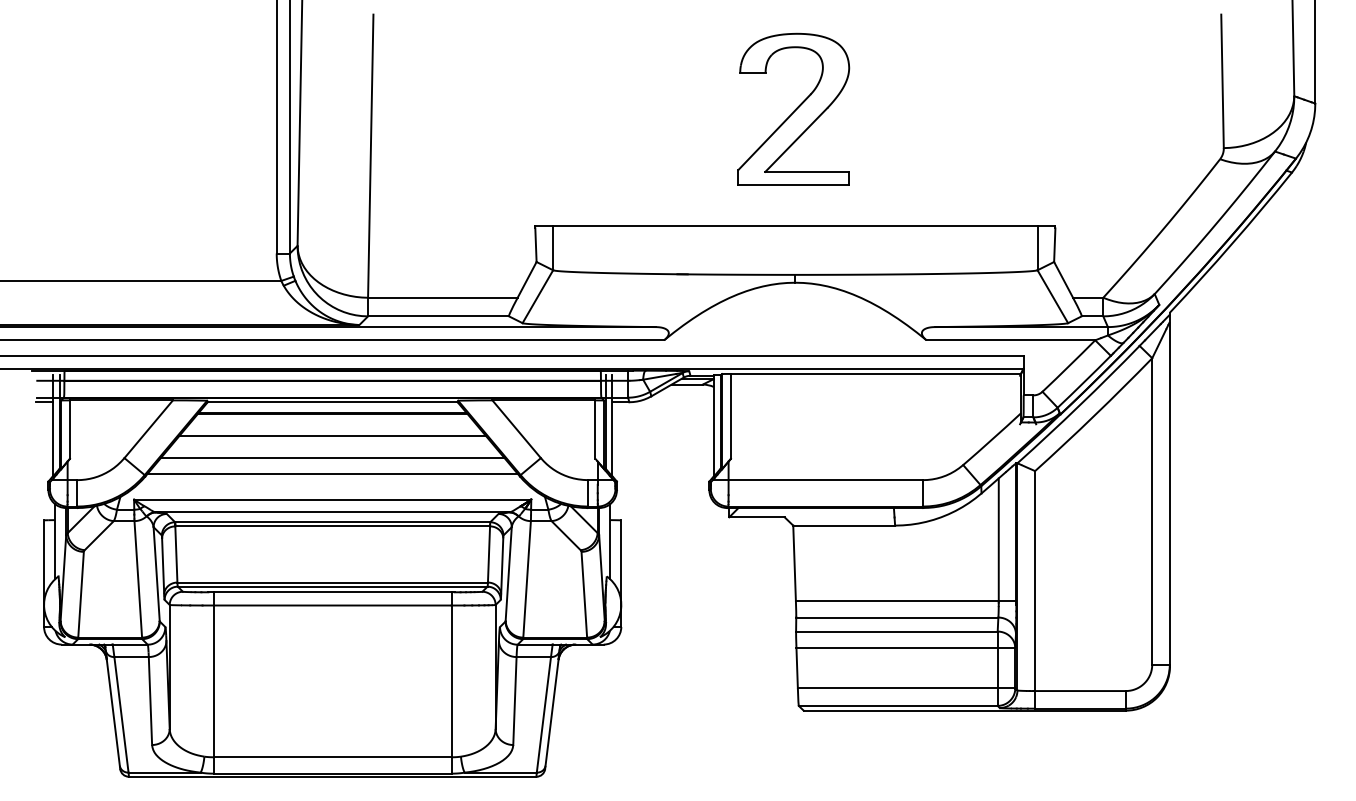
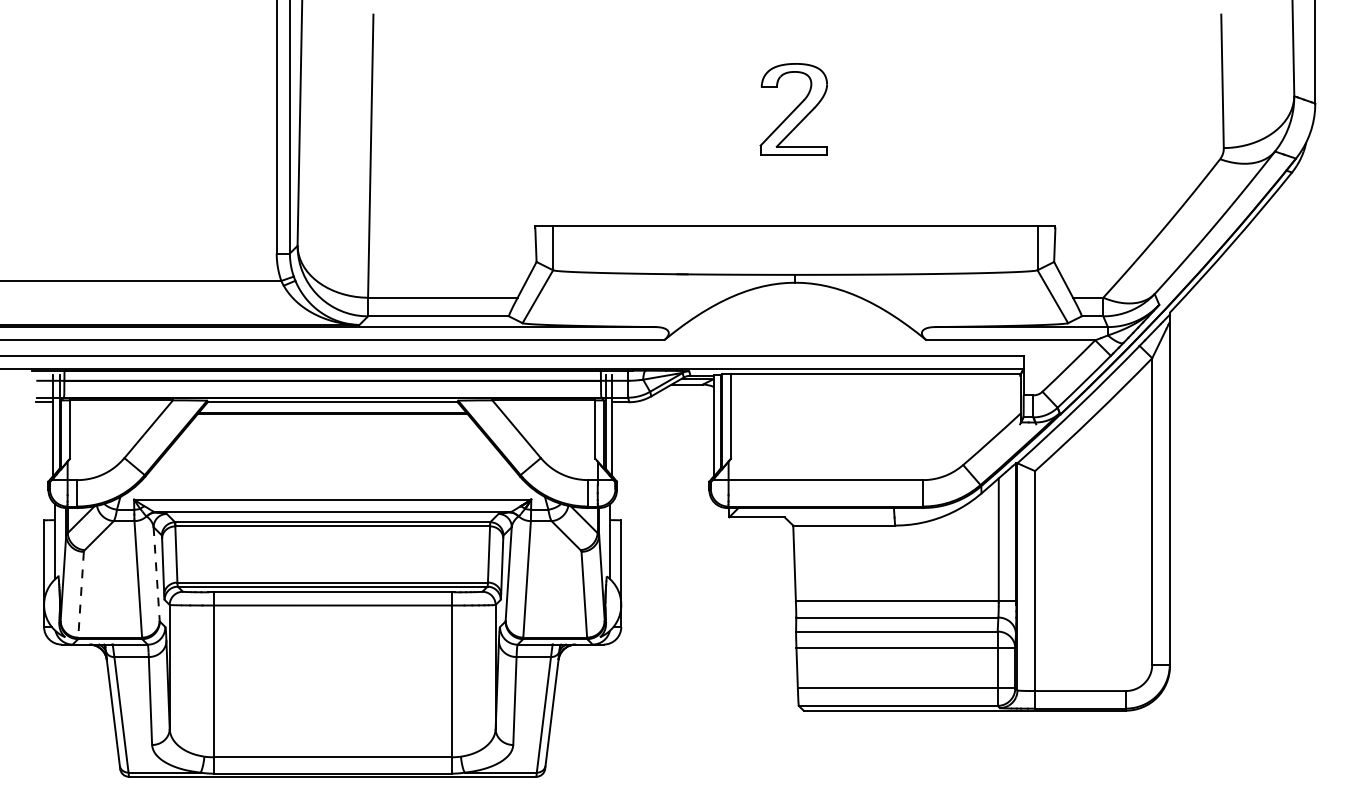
part at (793, 108) size: 114x154 px -> 69x93 px
line at (332, 436): present -> none
line at (332, 458): present -> none
line at (332, 473): present -> none
line at (156, 573): solid -> dashed
line at (81, 594): solid -> dashed
